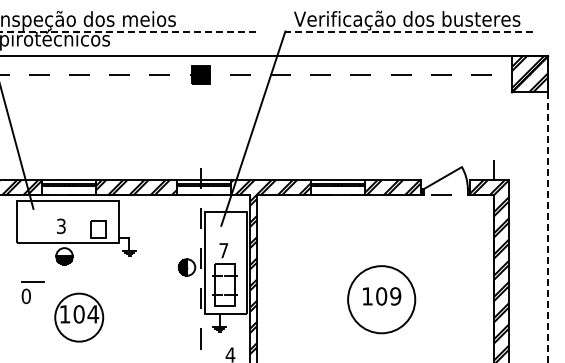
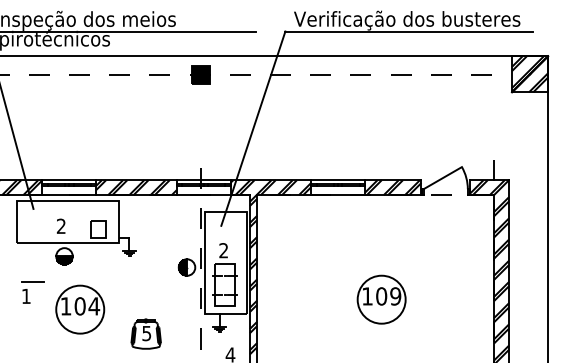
line at (127, 31): dashed -> solid
line at (409, 31): dashed -> solid
line at (548, 209): dashed -> solid
text at (61, 226): 3 -> 2
text at (223, 250): 7 -> 2
text at (25, 296): 0 -> 1
circle at (381, 299) diameter: 67 px -> 48 px
part at (79, 317) position: (79, 317) -> (80, 309)
part at (145, 333): none -> present
